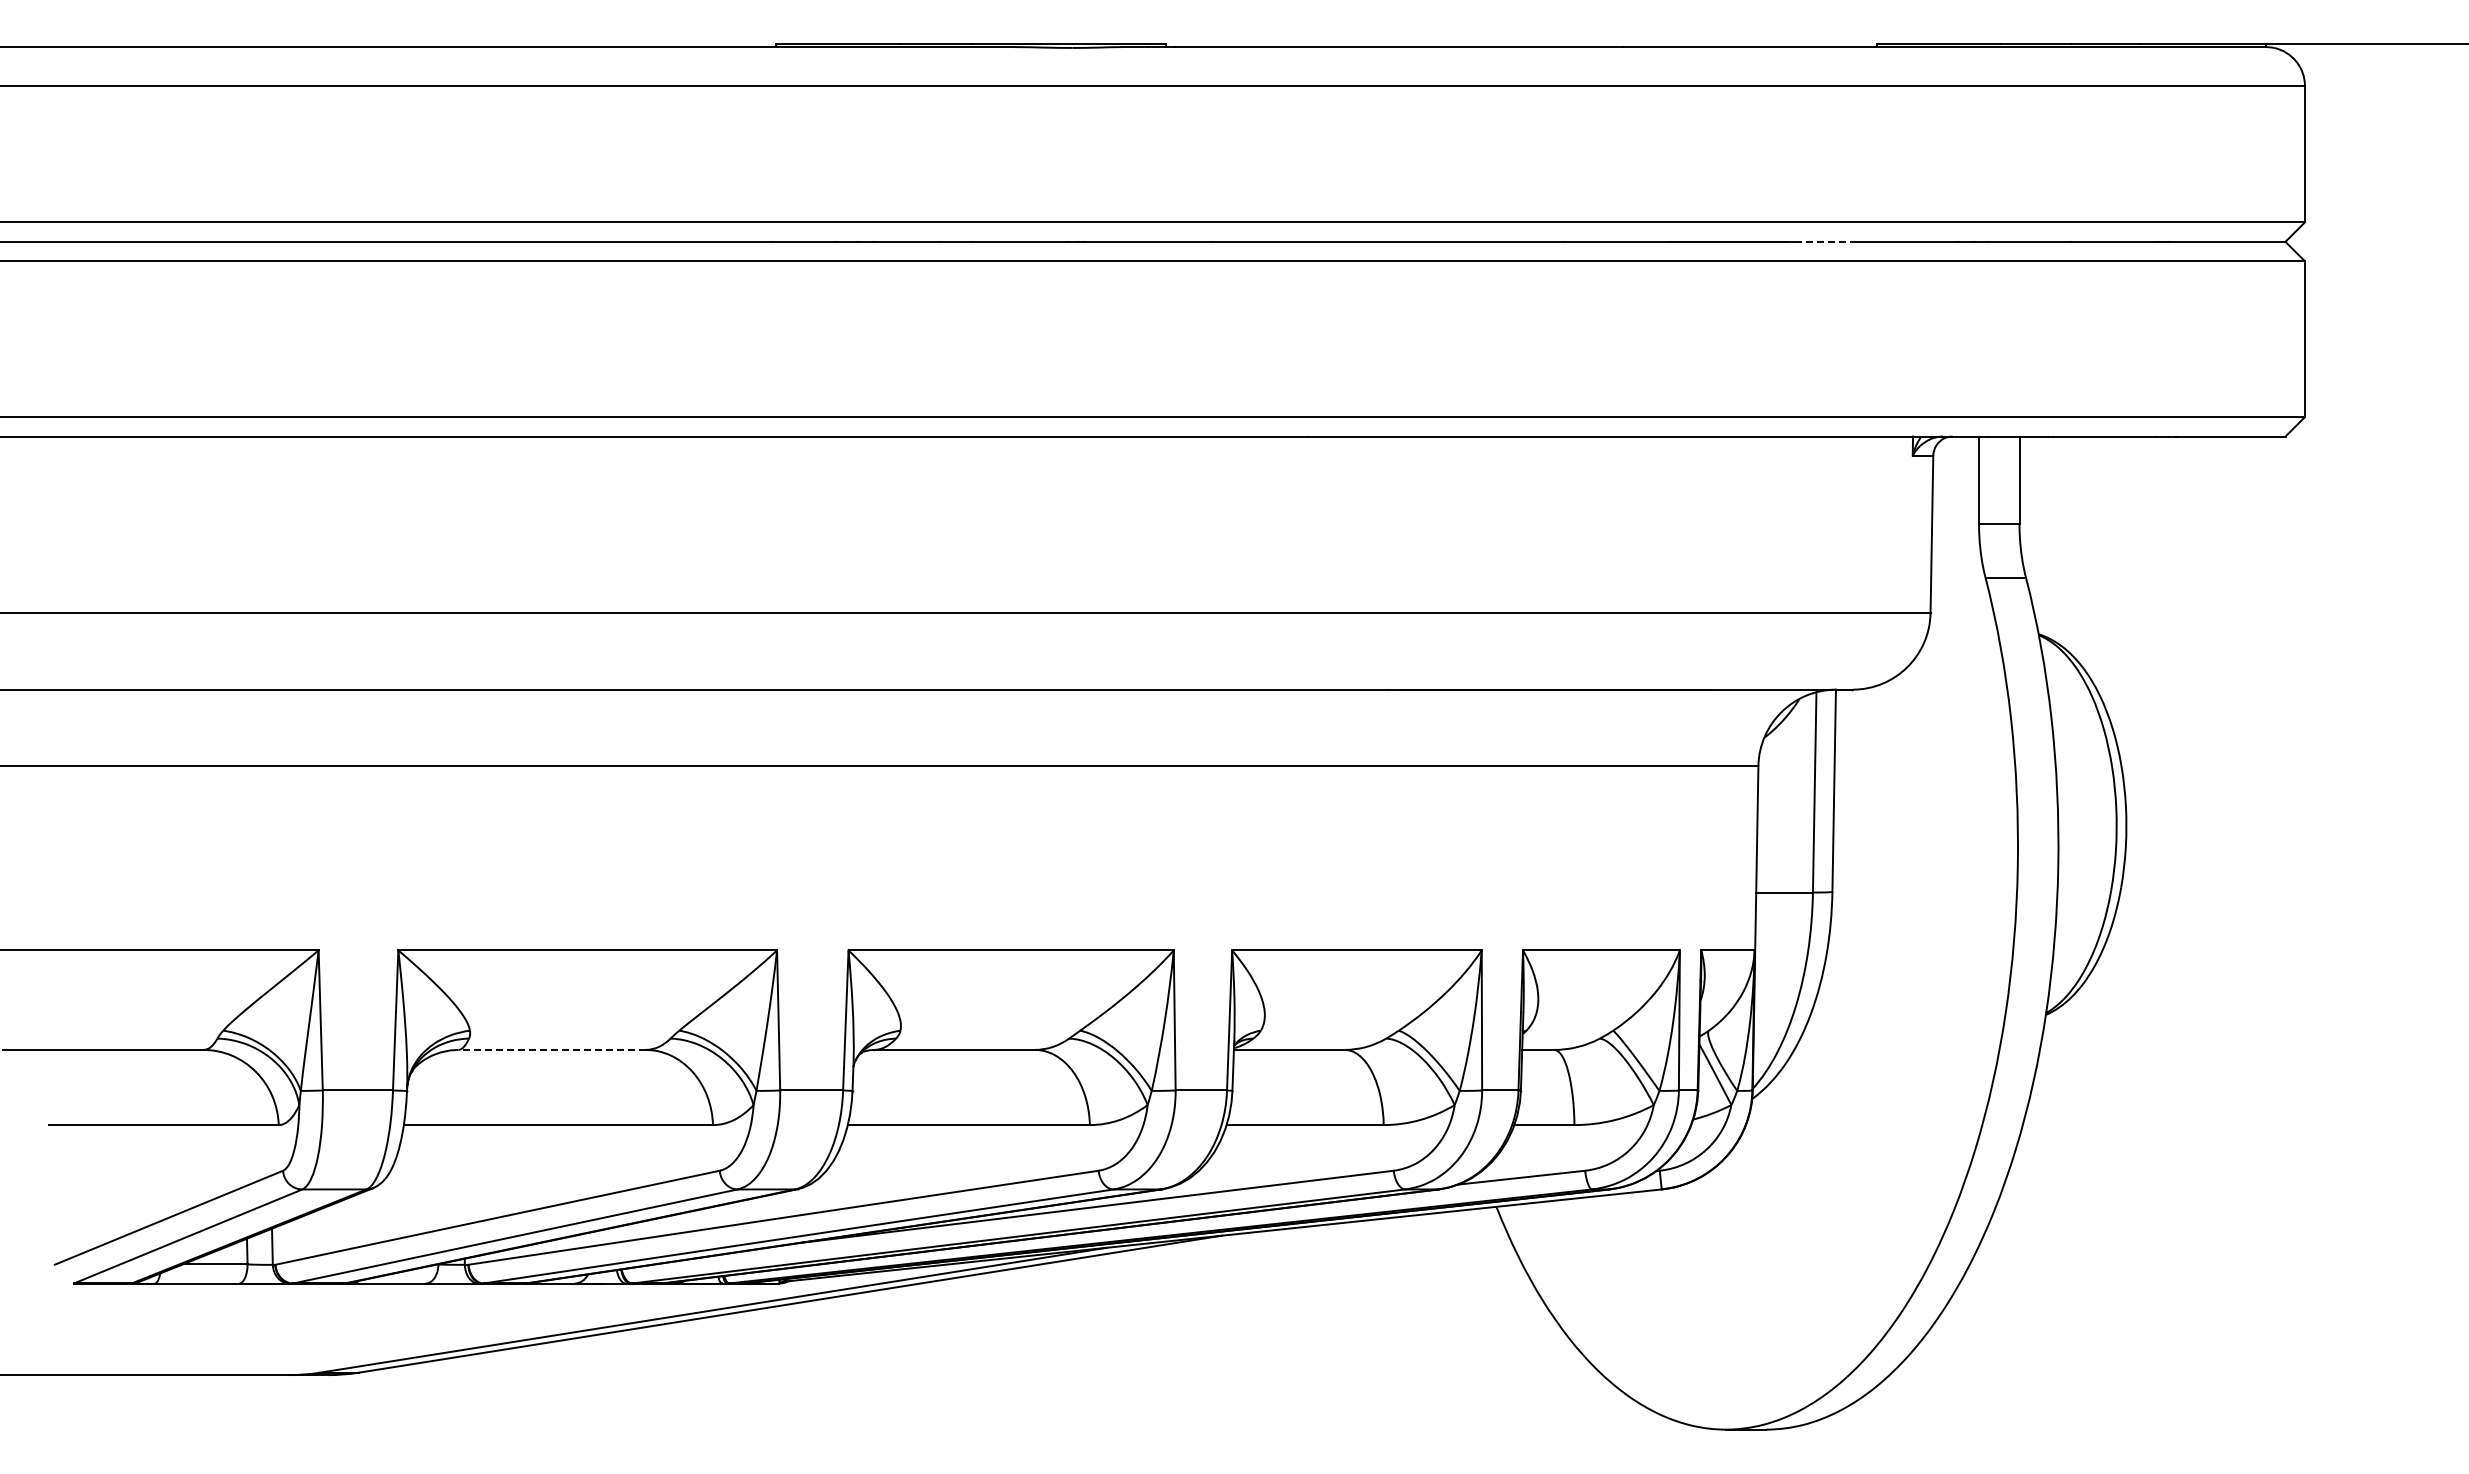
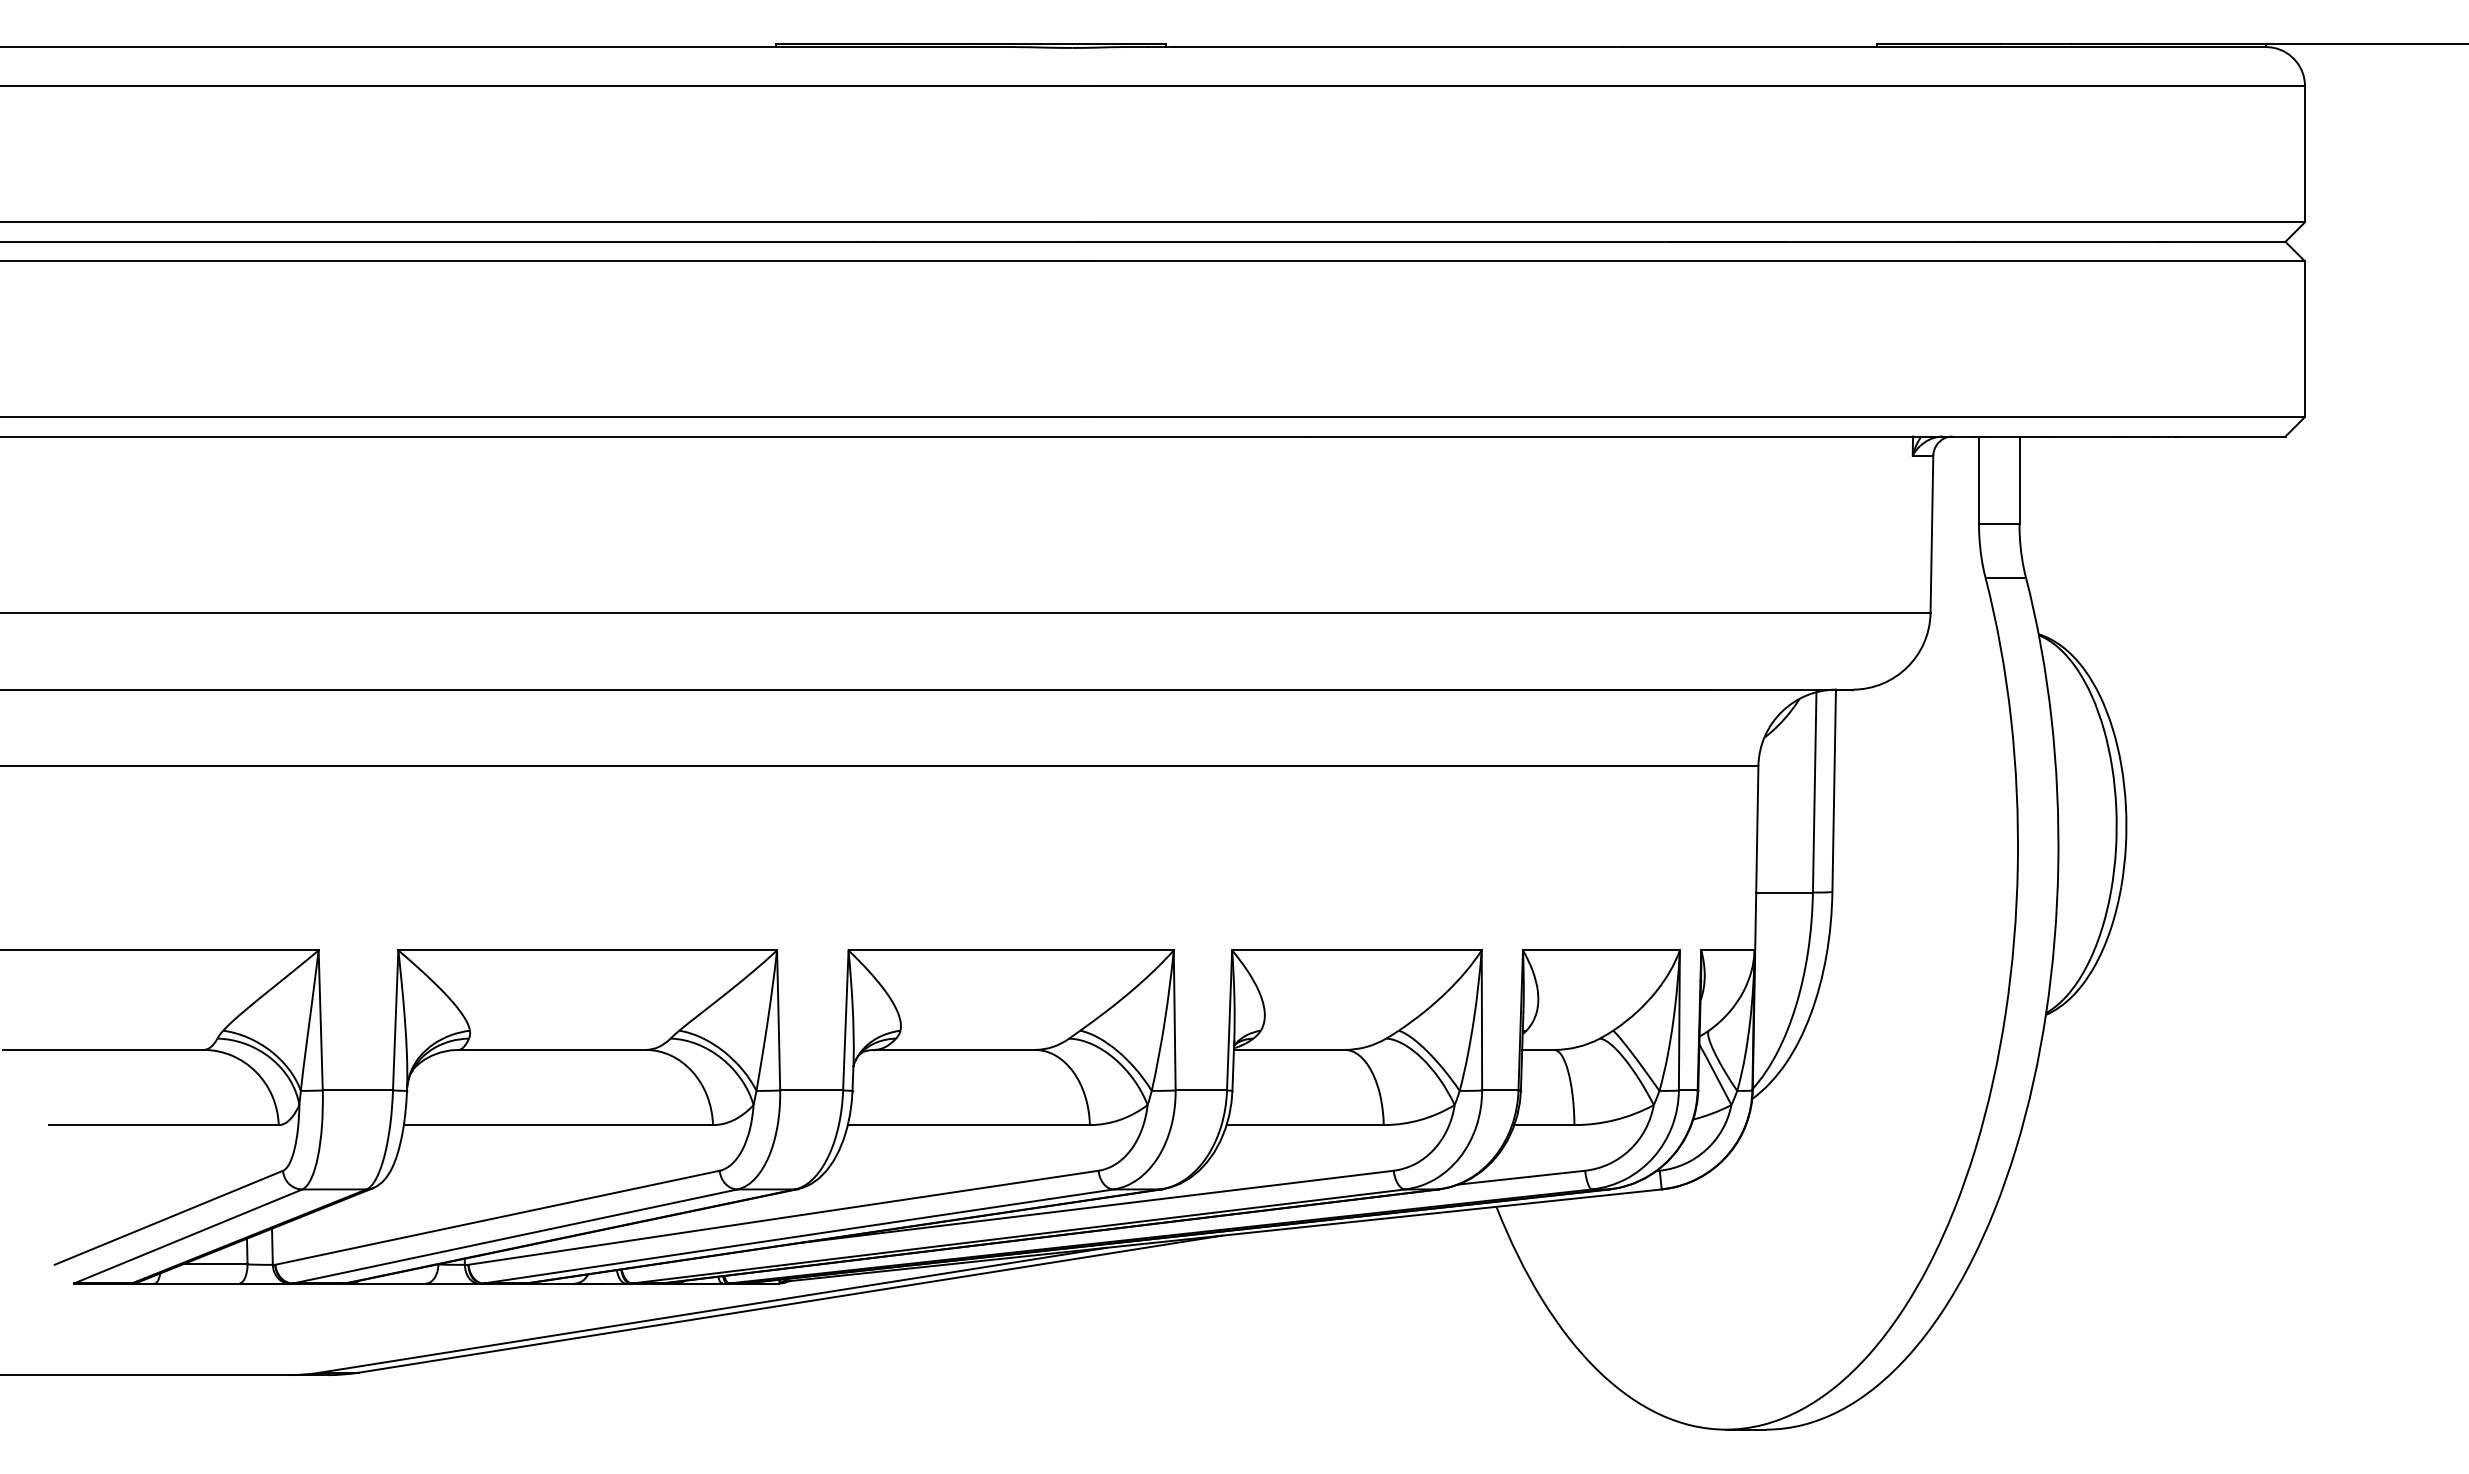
line at (1828, 241): dashed -> solid
line at (551, 1049): dashed -> solid
